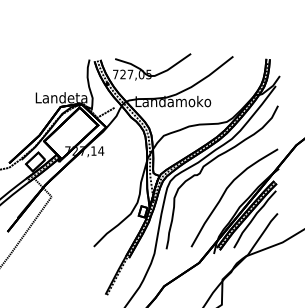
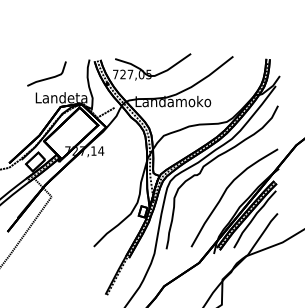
curve at (47, 77): none -> present
